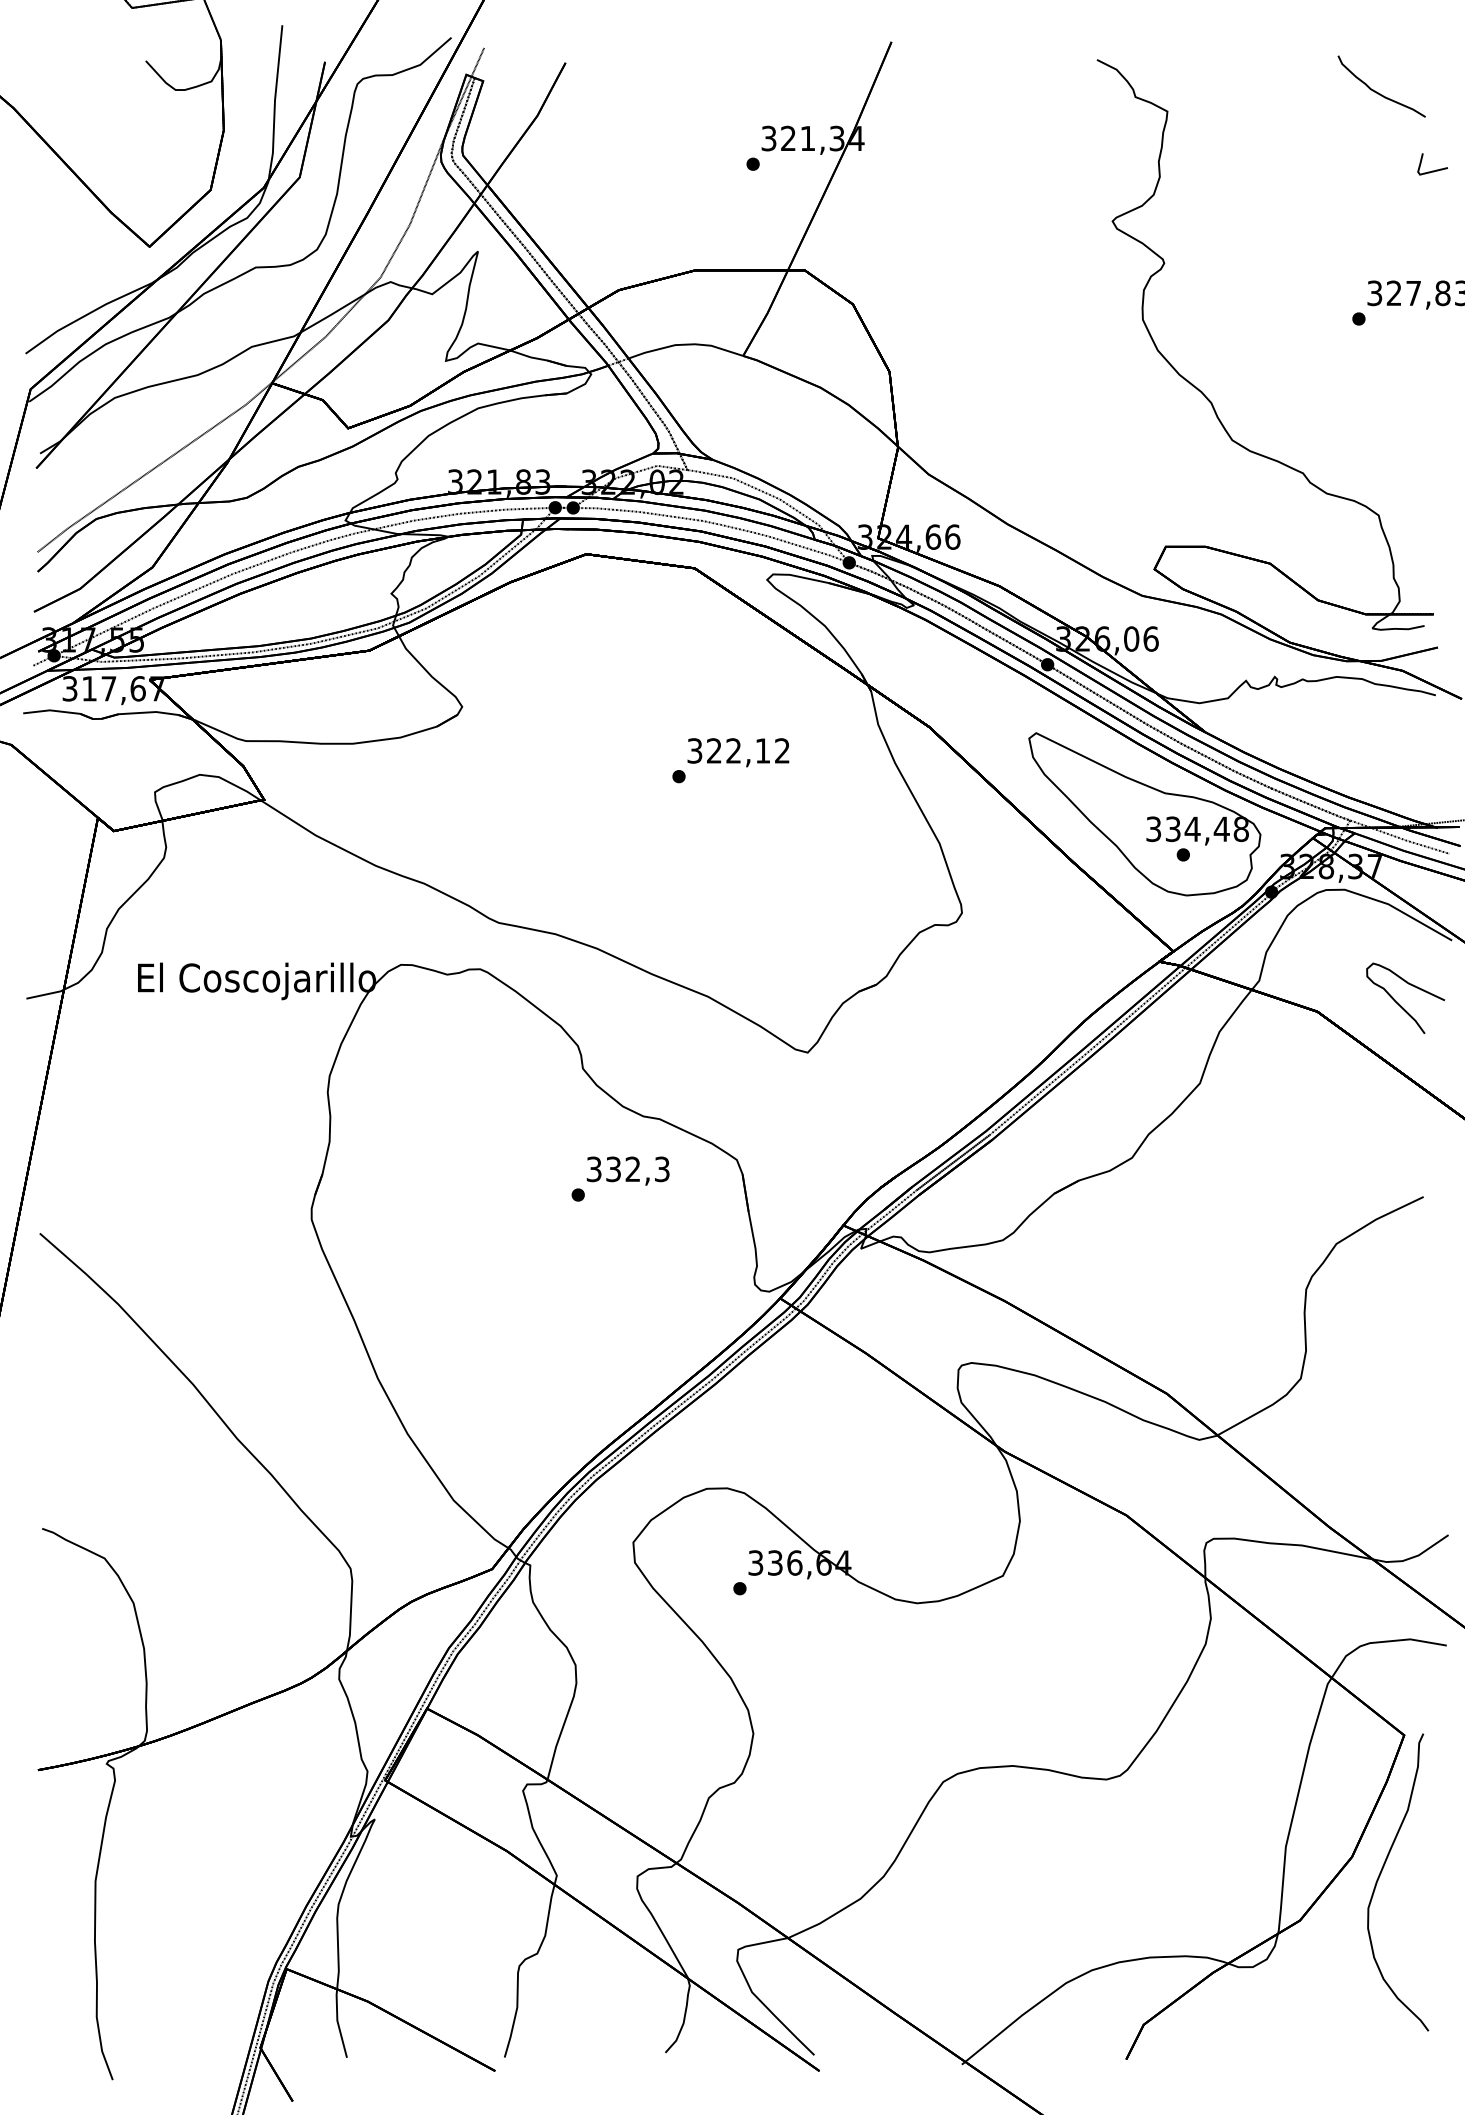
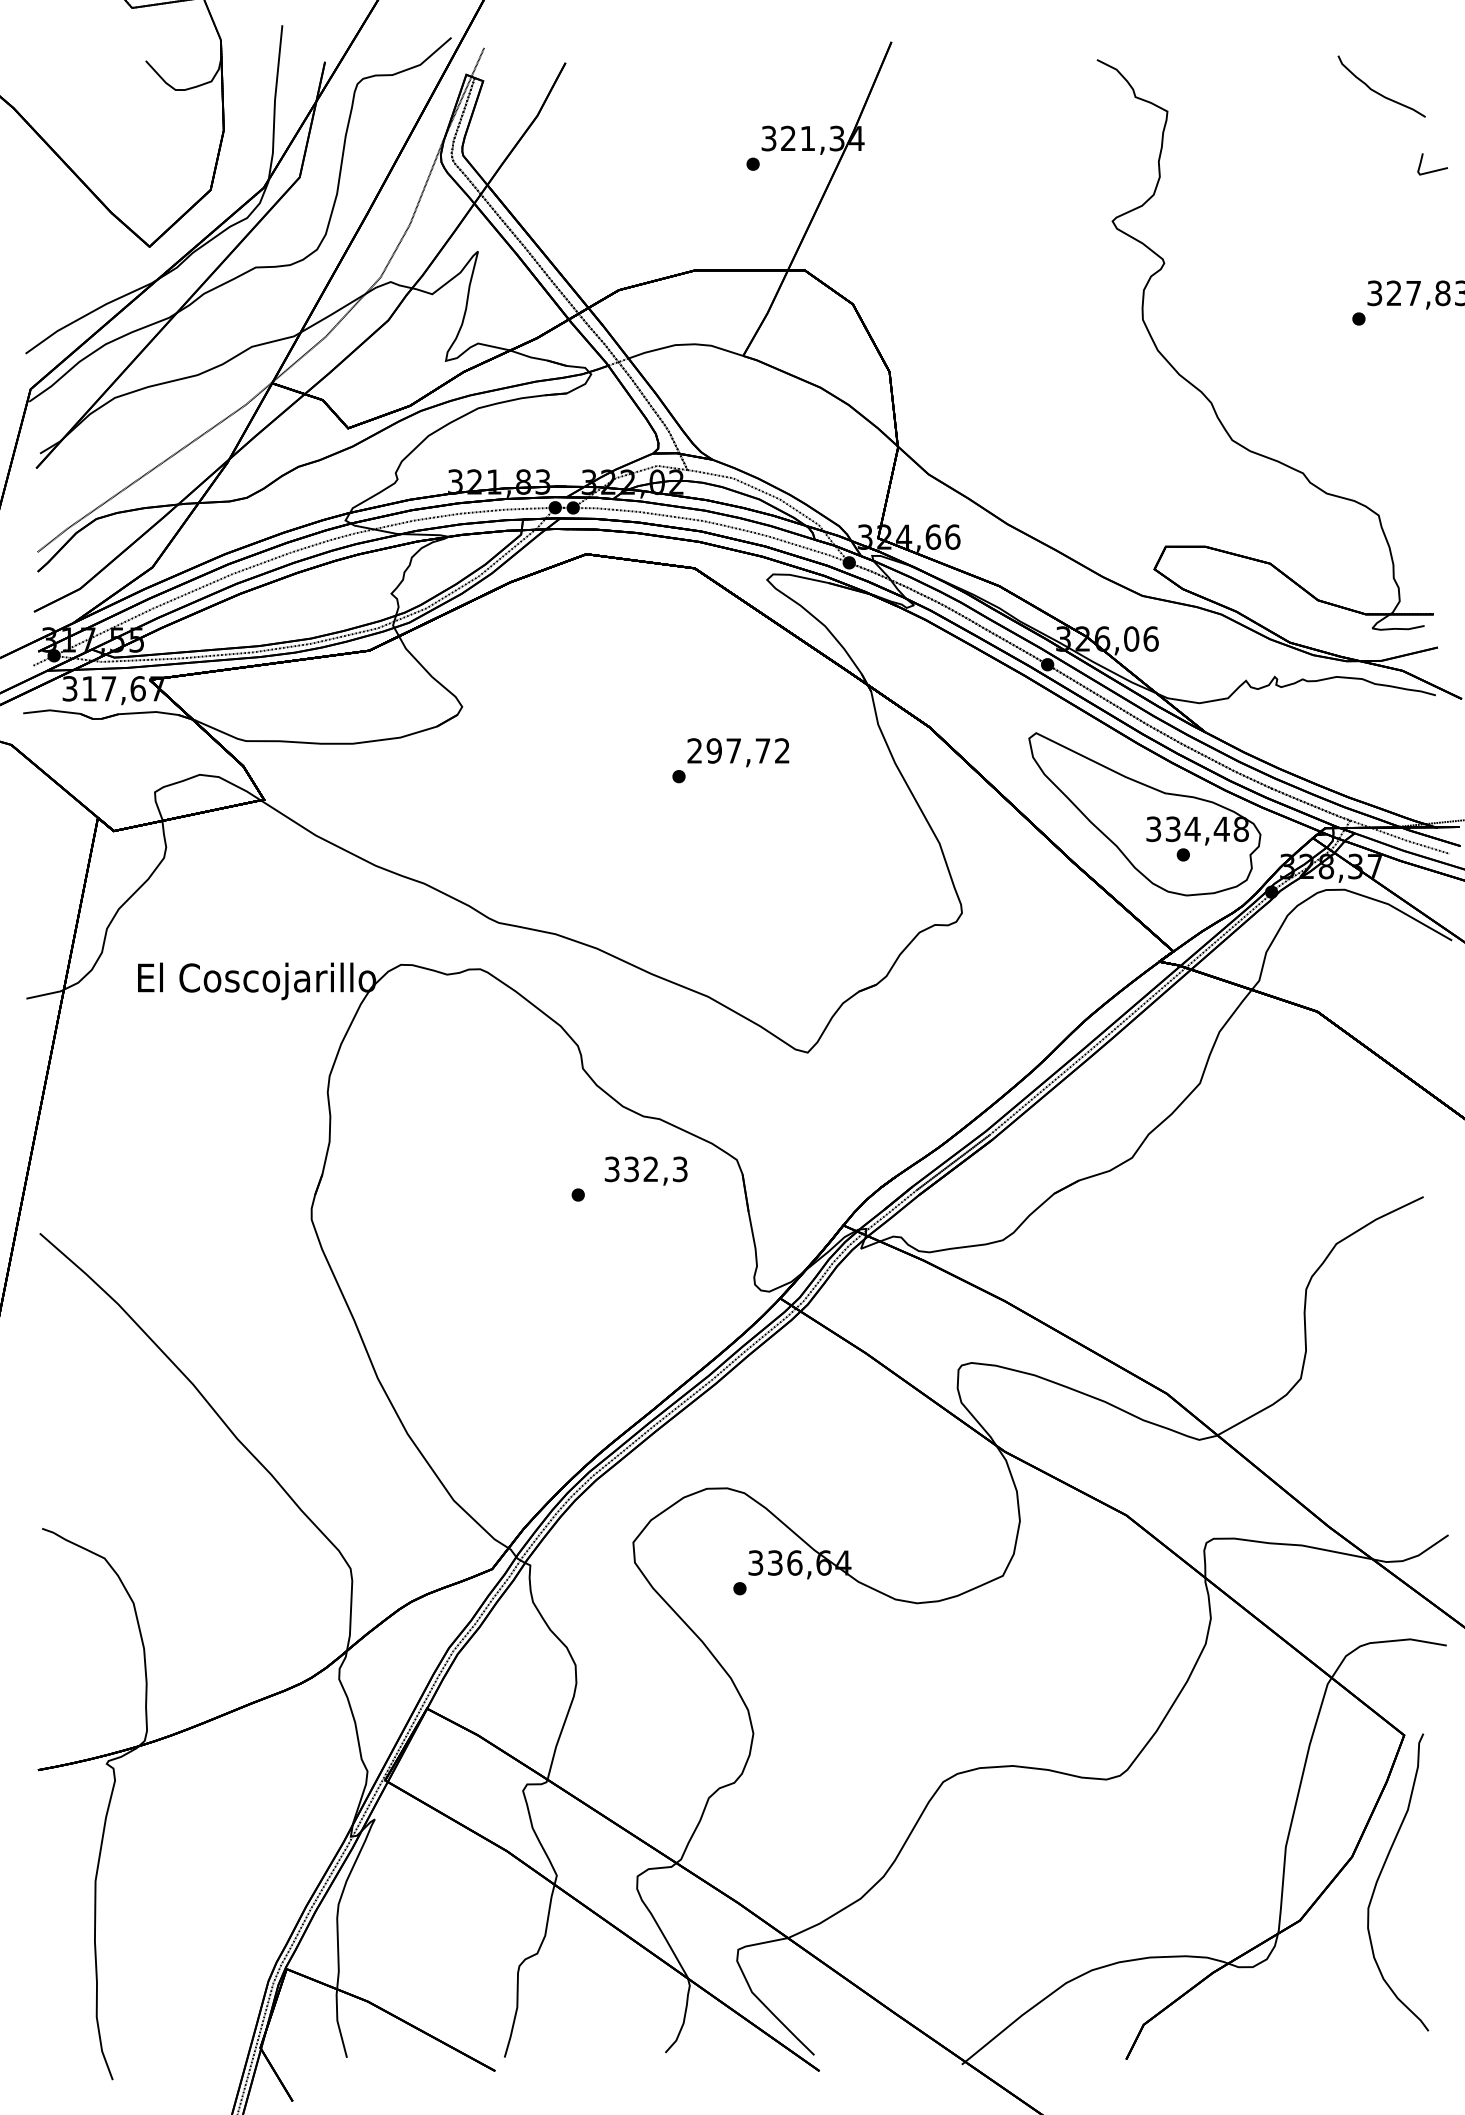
text at (728, 750): 322,12 -> 297,72
part at (1399, 1003): present -> none
text at (627, 1170) position: (627, 1170) -> (645, 1170)
